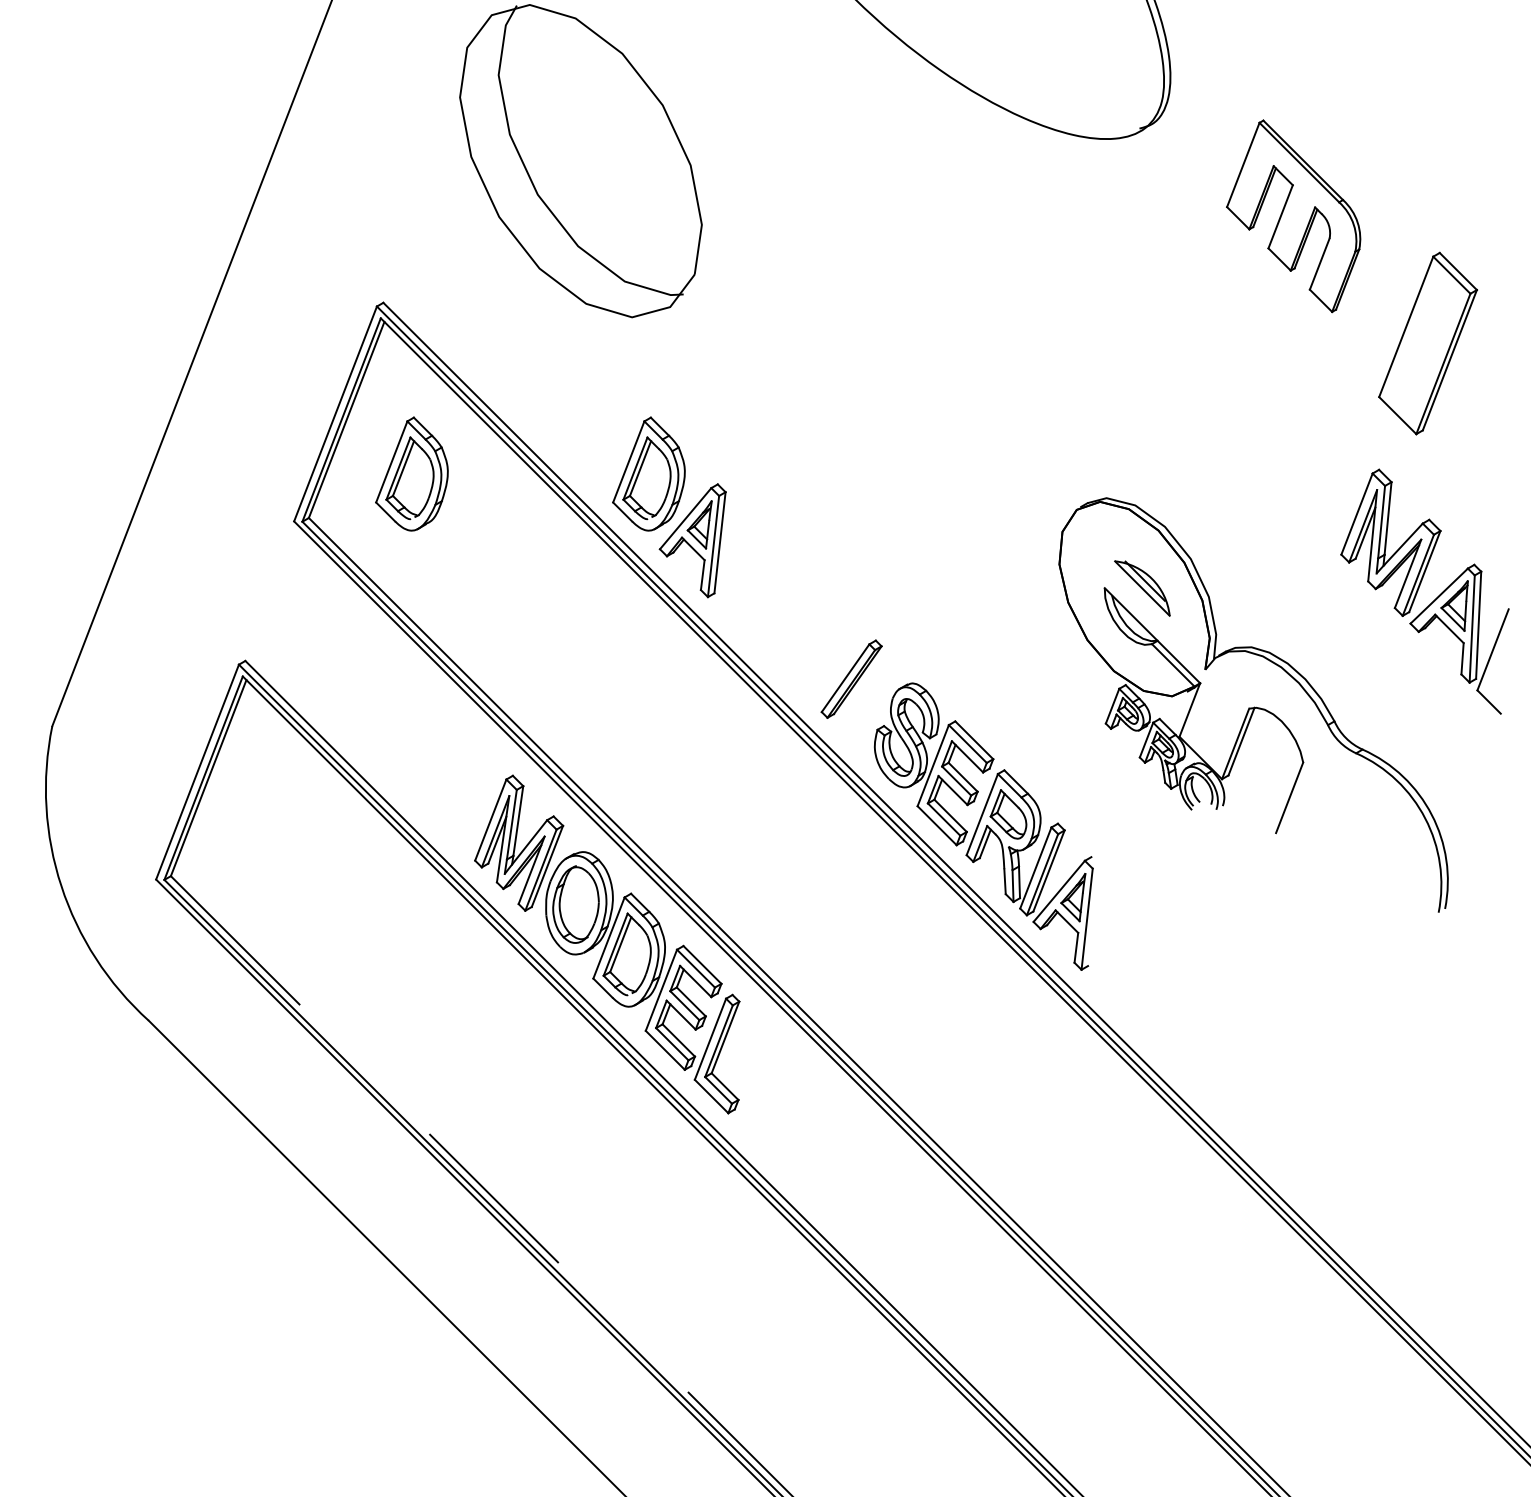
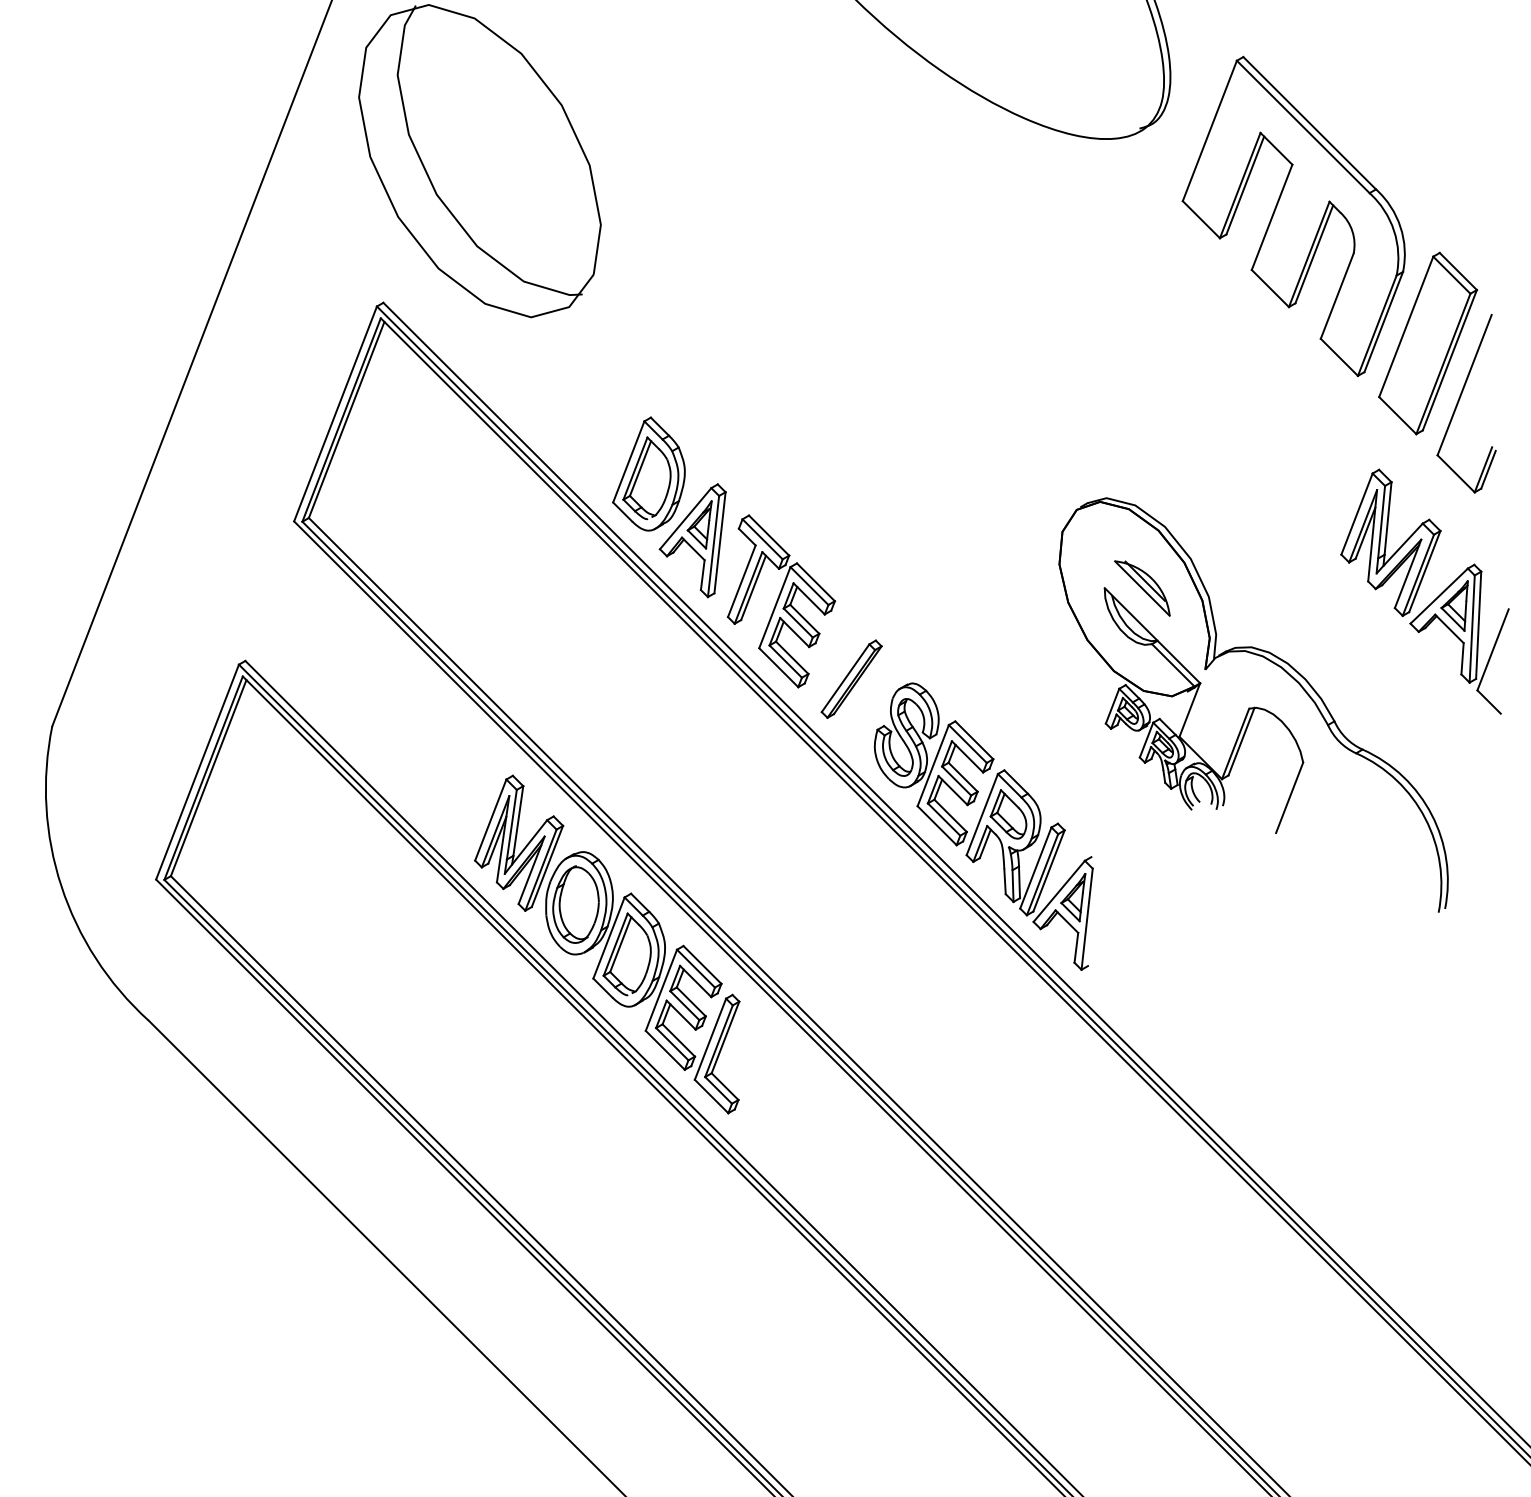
part at (580, 161) position: (580, 161) -> (479, 161)
part at (1293, 216) size: 136x195 px -> 225x322 px
part at (1460, 399): none -> present
part at (411, 473): present -> none
part at (781, 601): none -> present
line at (482, 1186): dashed -> solid
